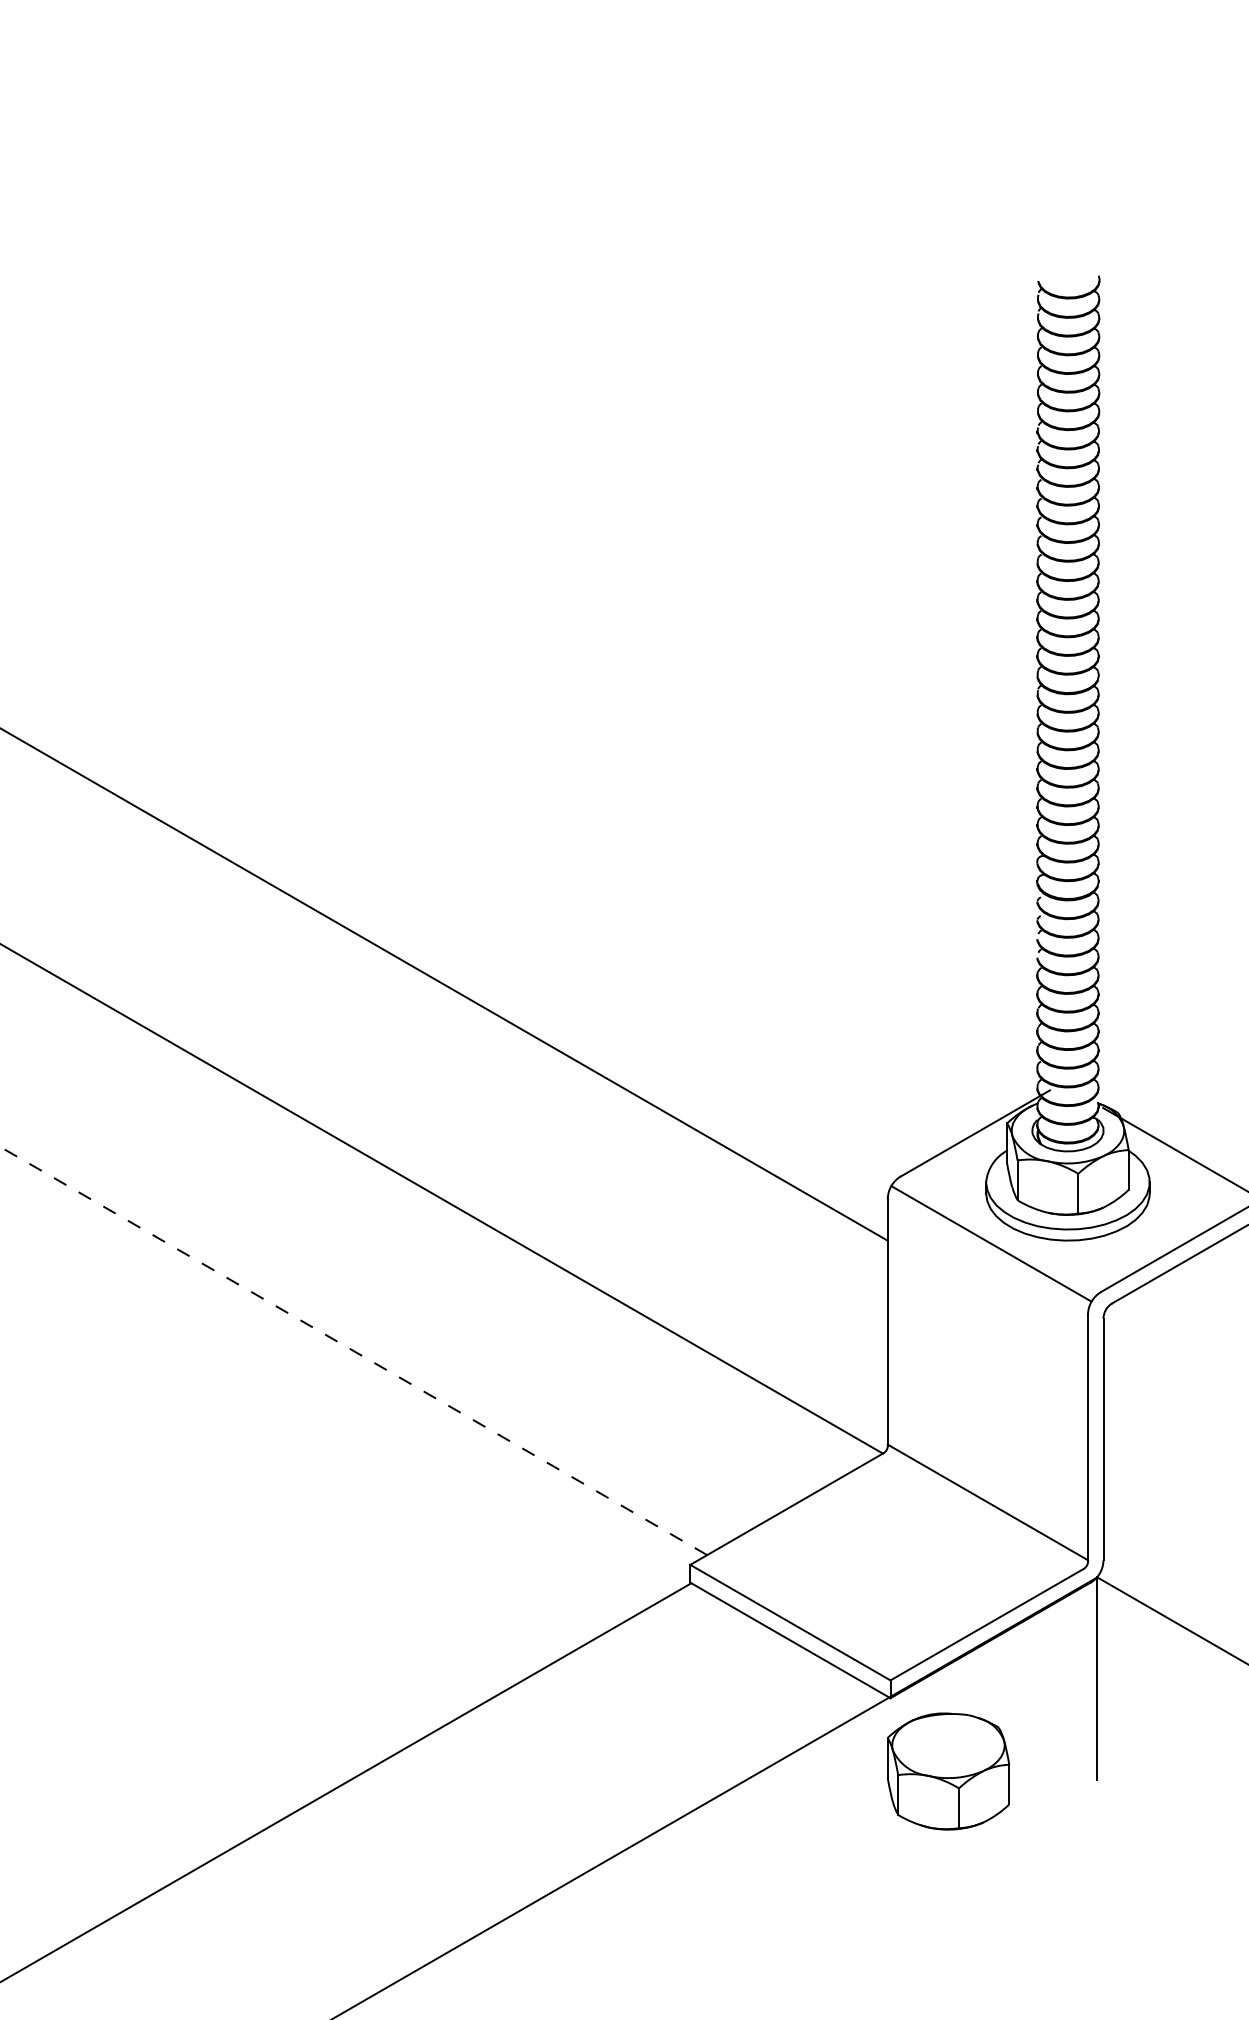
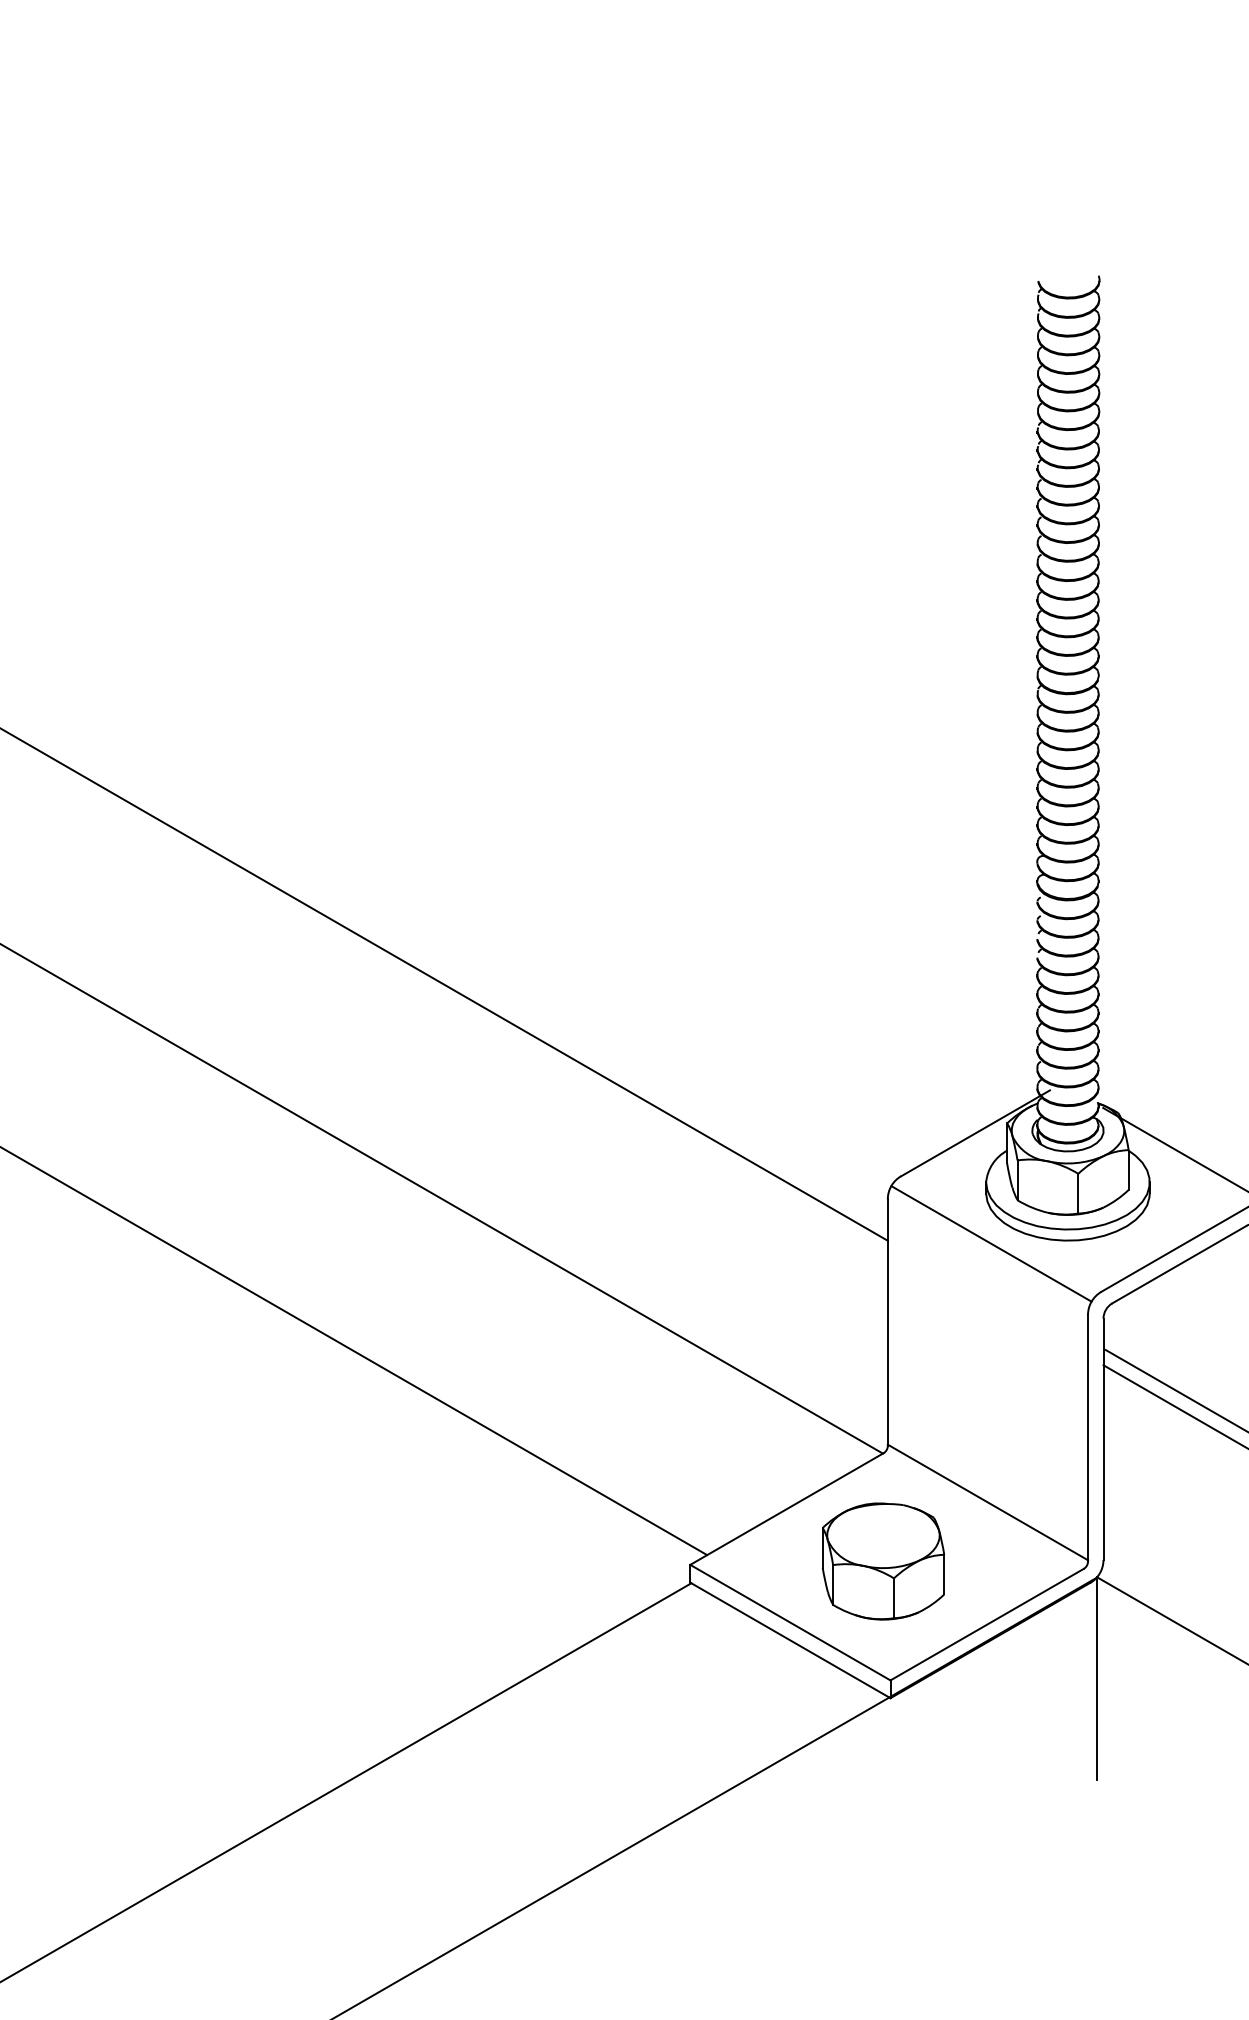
line at (353, 1351): dashed -> solid
line at (1175, 1390): none -> present
line at (1174, 1406): none -> present
part at (947, 1771) position: (947, 1771) -> (882, 1561)
